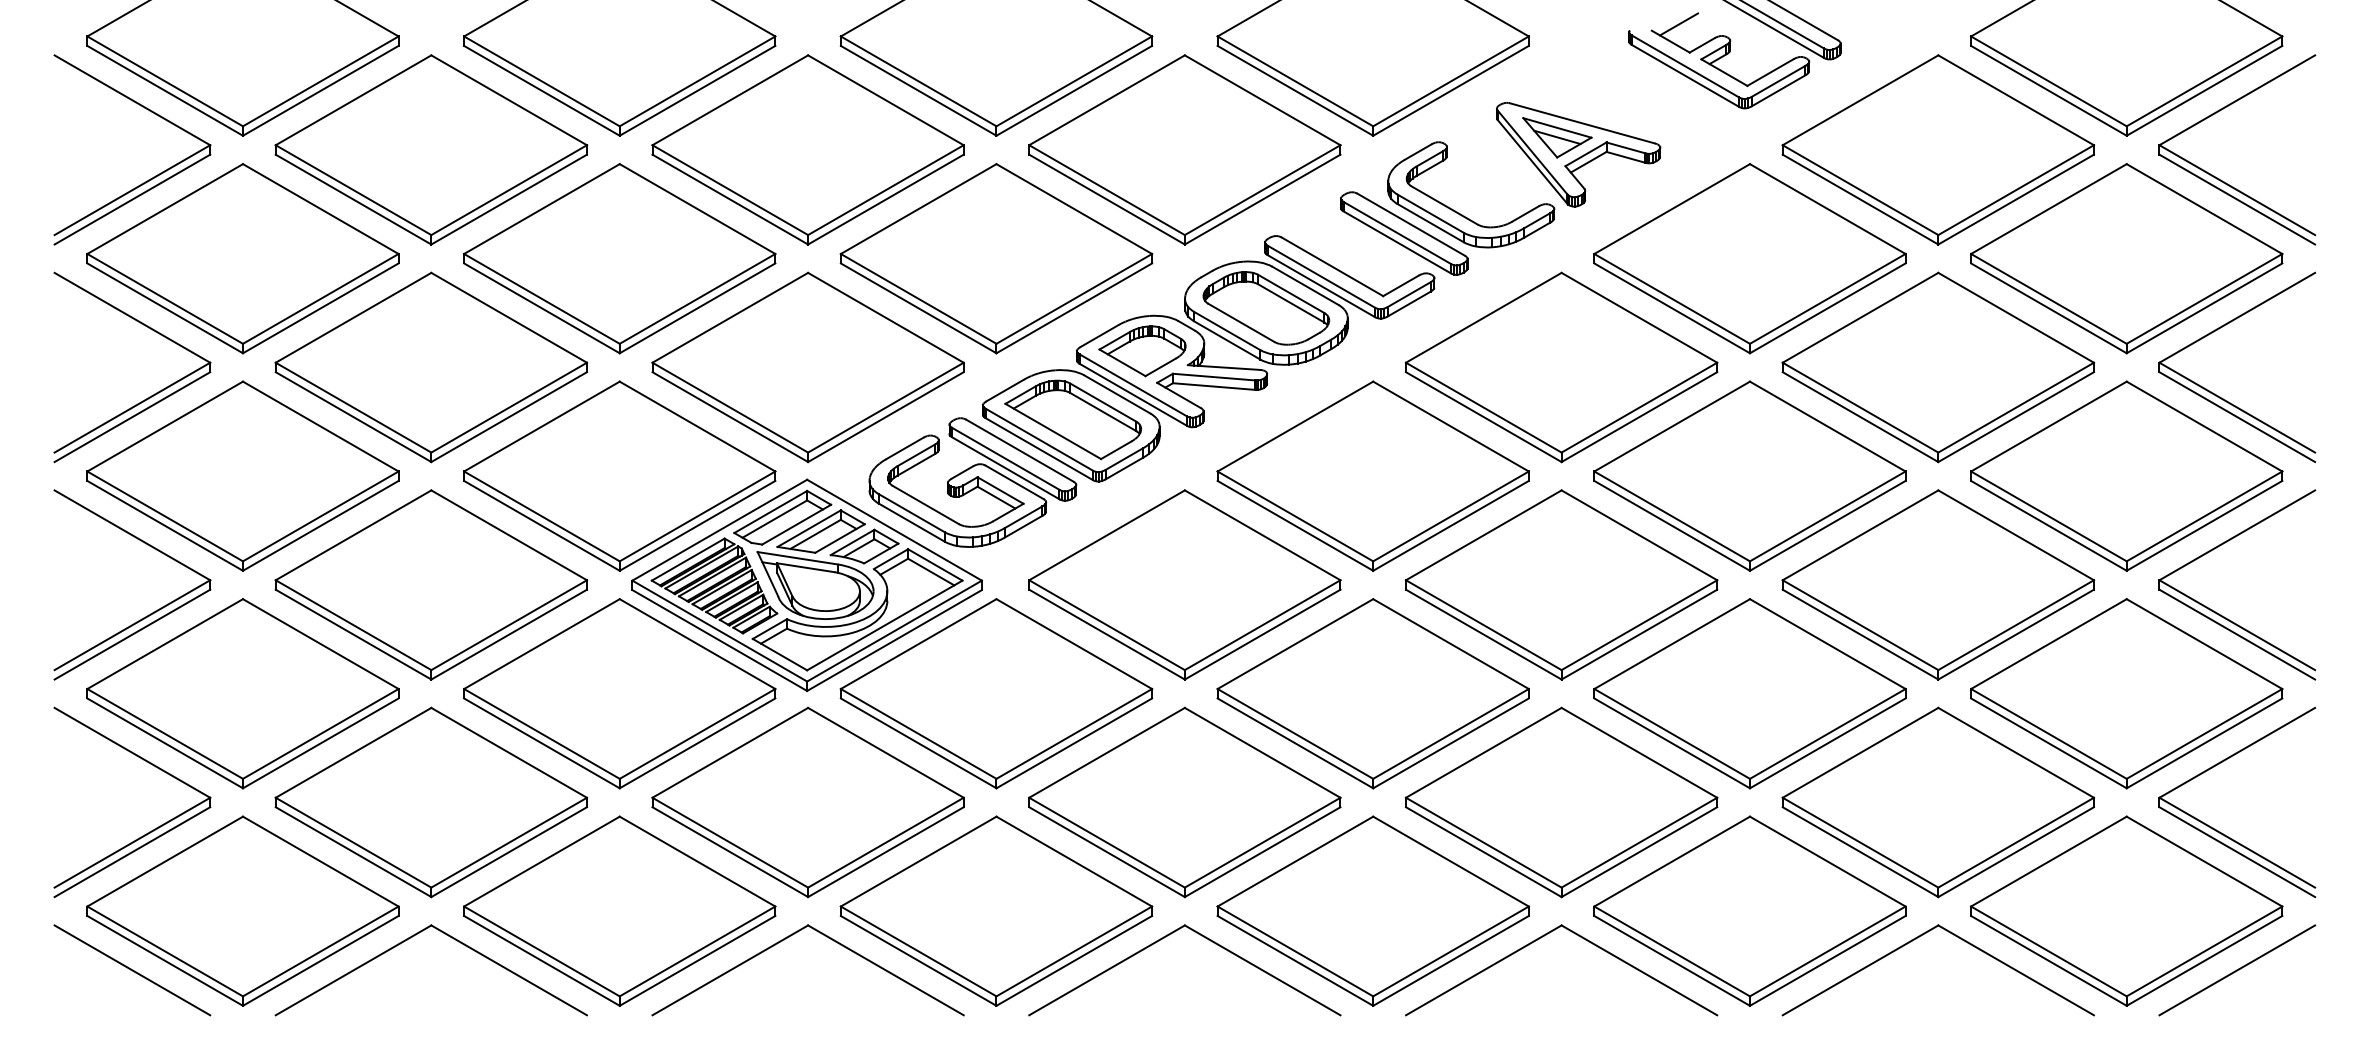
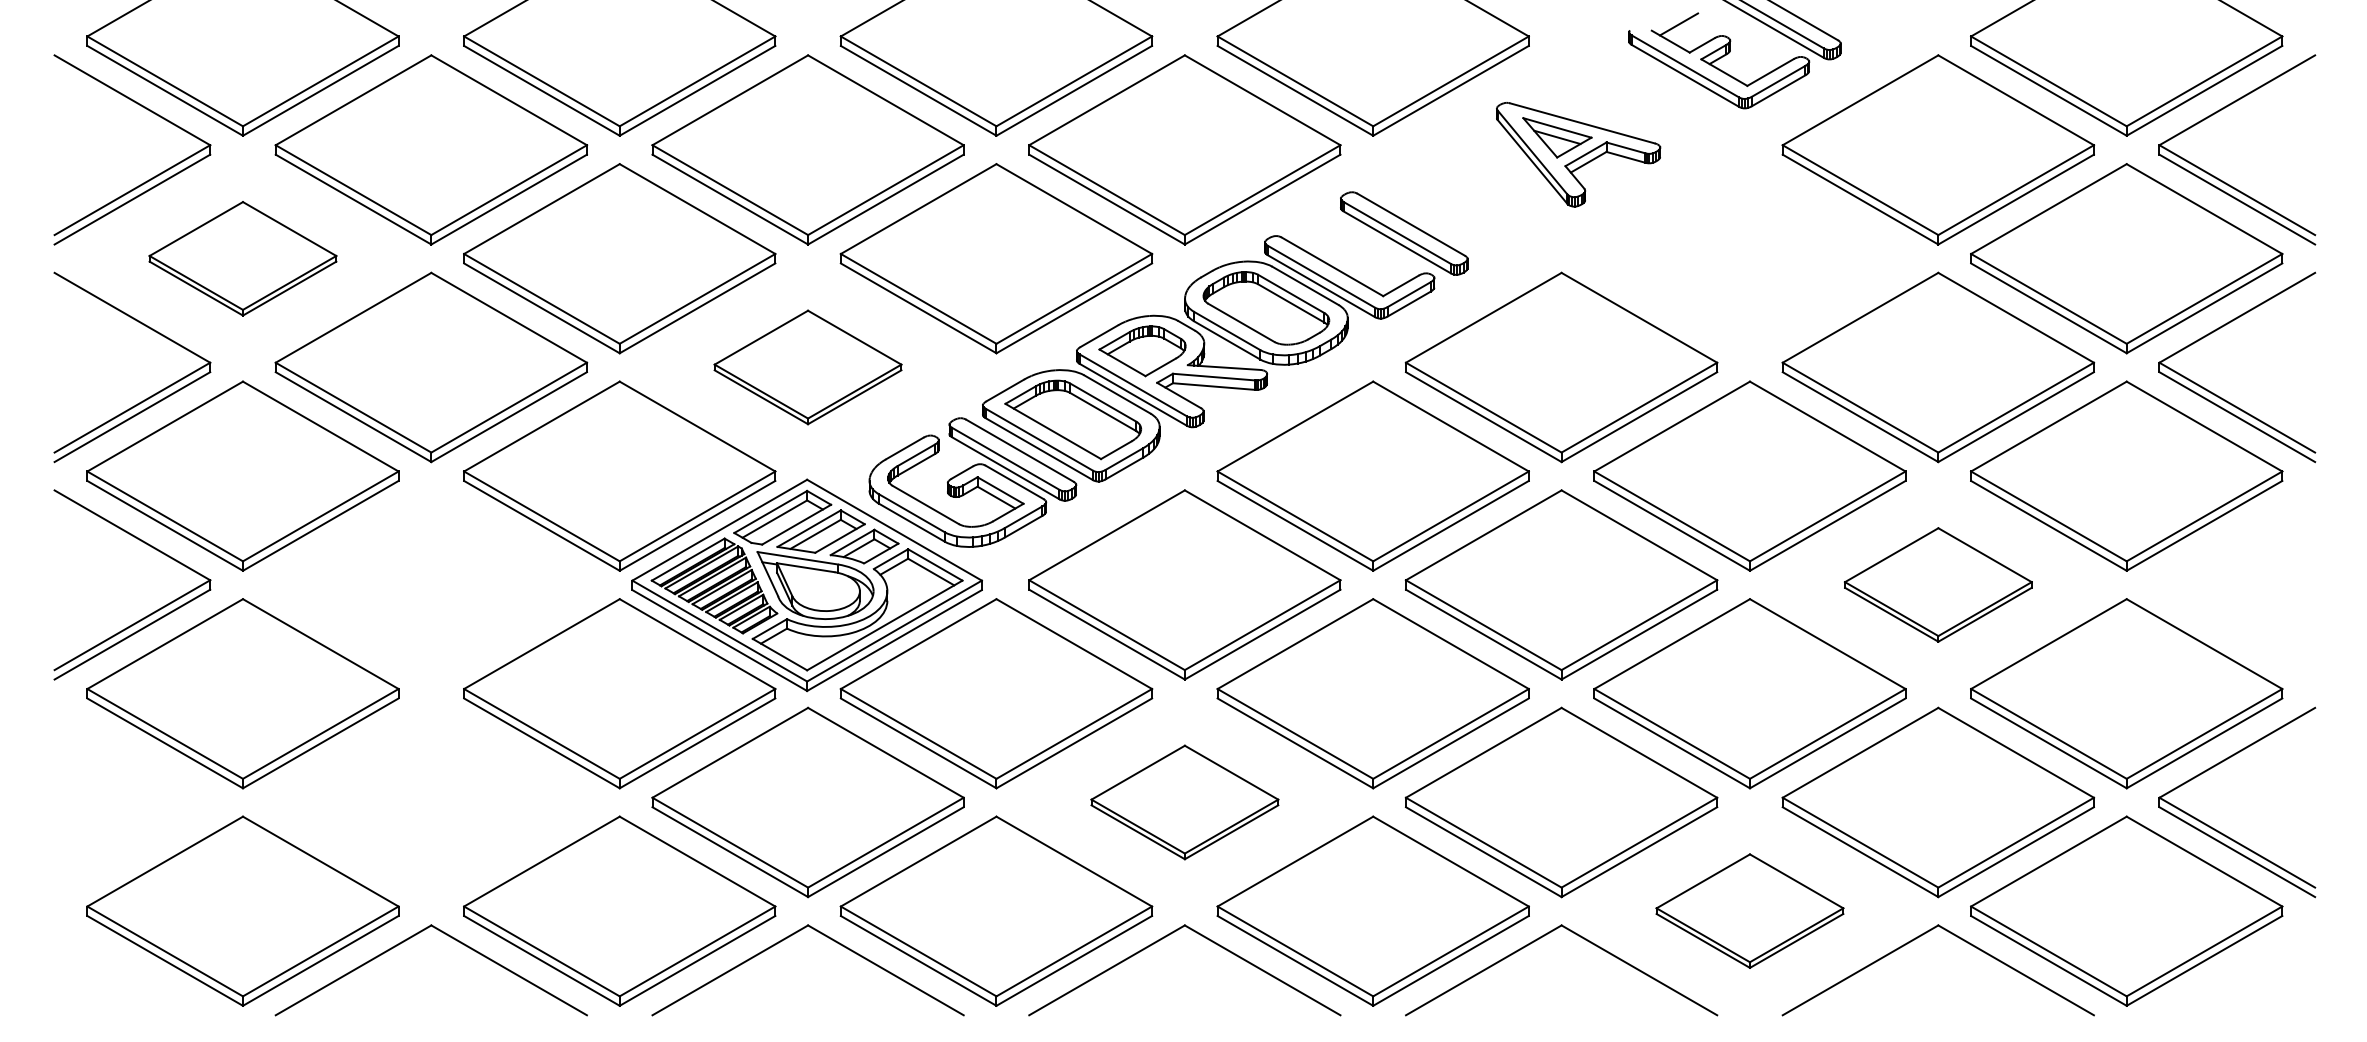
part at (1462, 214): present -> none
part at (242, 258) size: 314x192 px -> 190x116 px
part at (1749, 258): present -> none
part at (807, 367) size: 314x193 px -> 190x117 px
part at (431, 584): present -> none
part at (1938, 584) size: 315x192 px -> 189x116 px
part at (2219, 613): present -> none
part at (431, 802): present -> none
part at (1184, 802) size: 314x193 px -> 190x117 px
part at (147, 832): present -> none
part at (1749, 910) size: 314x192 px -> 190x116 px
line at (132, 970): present -> none
line at (2237, 970): present -> none
